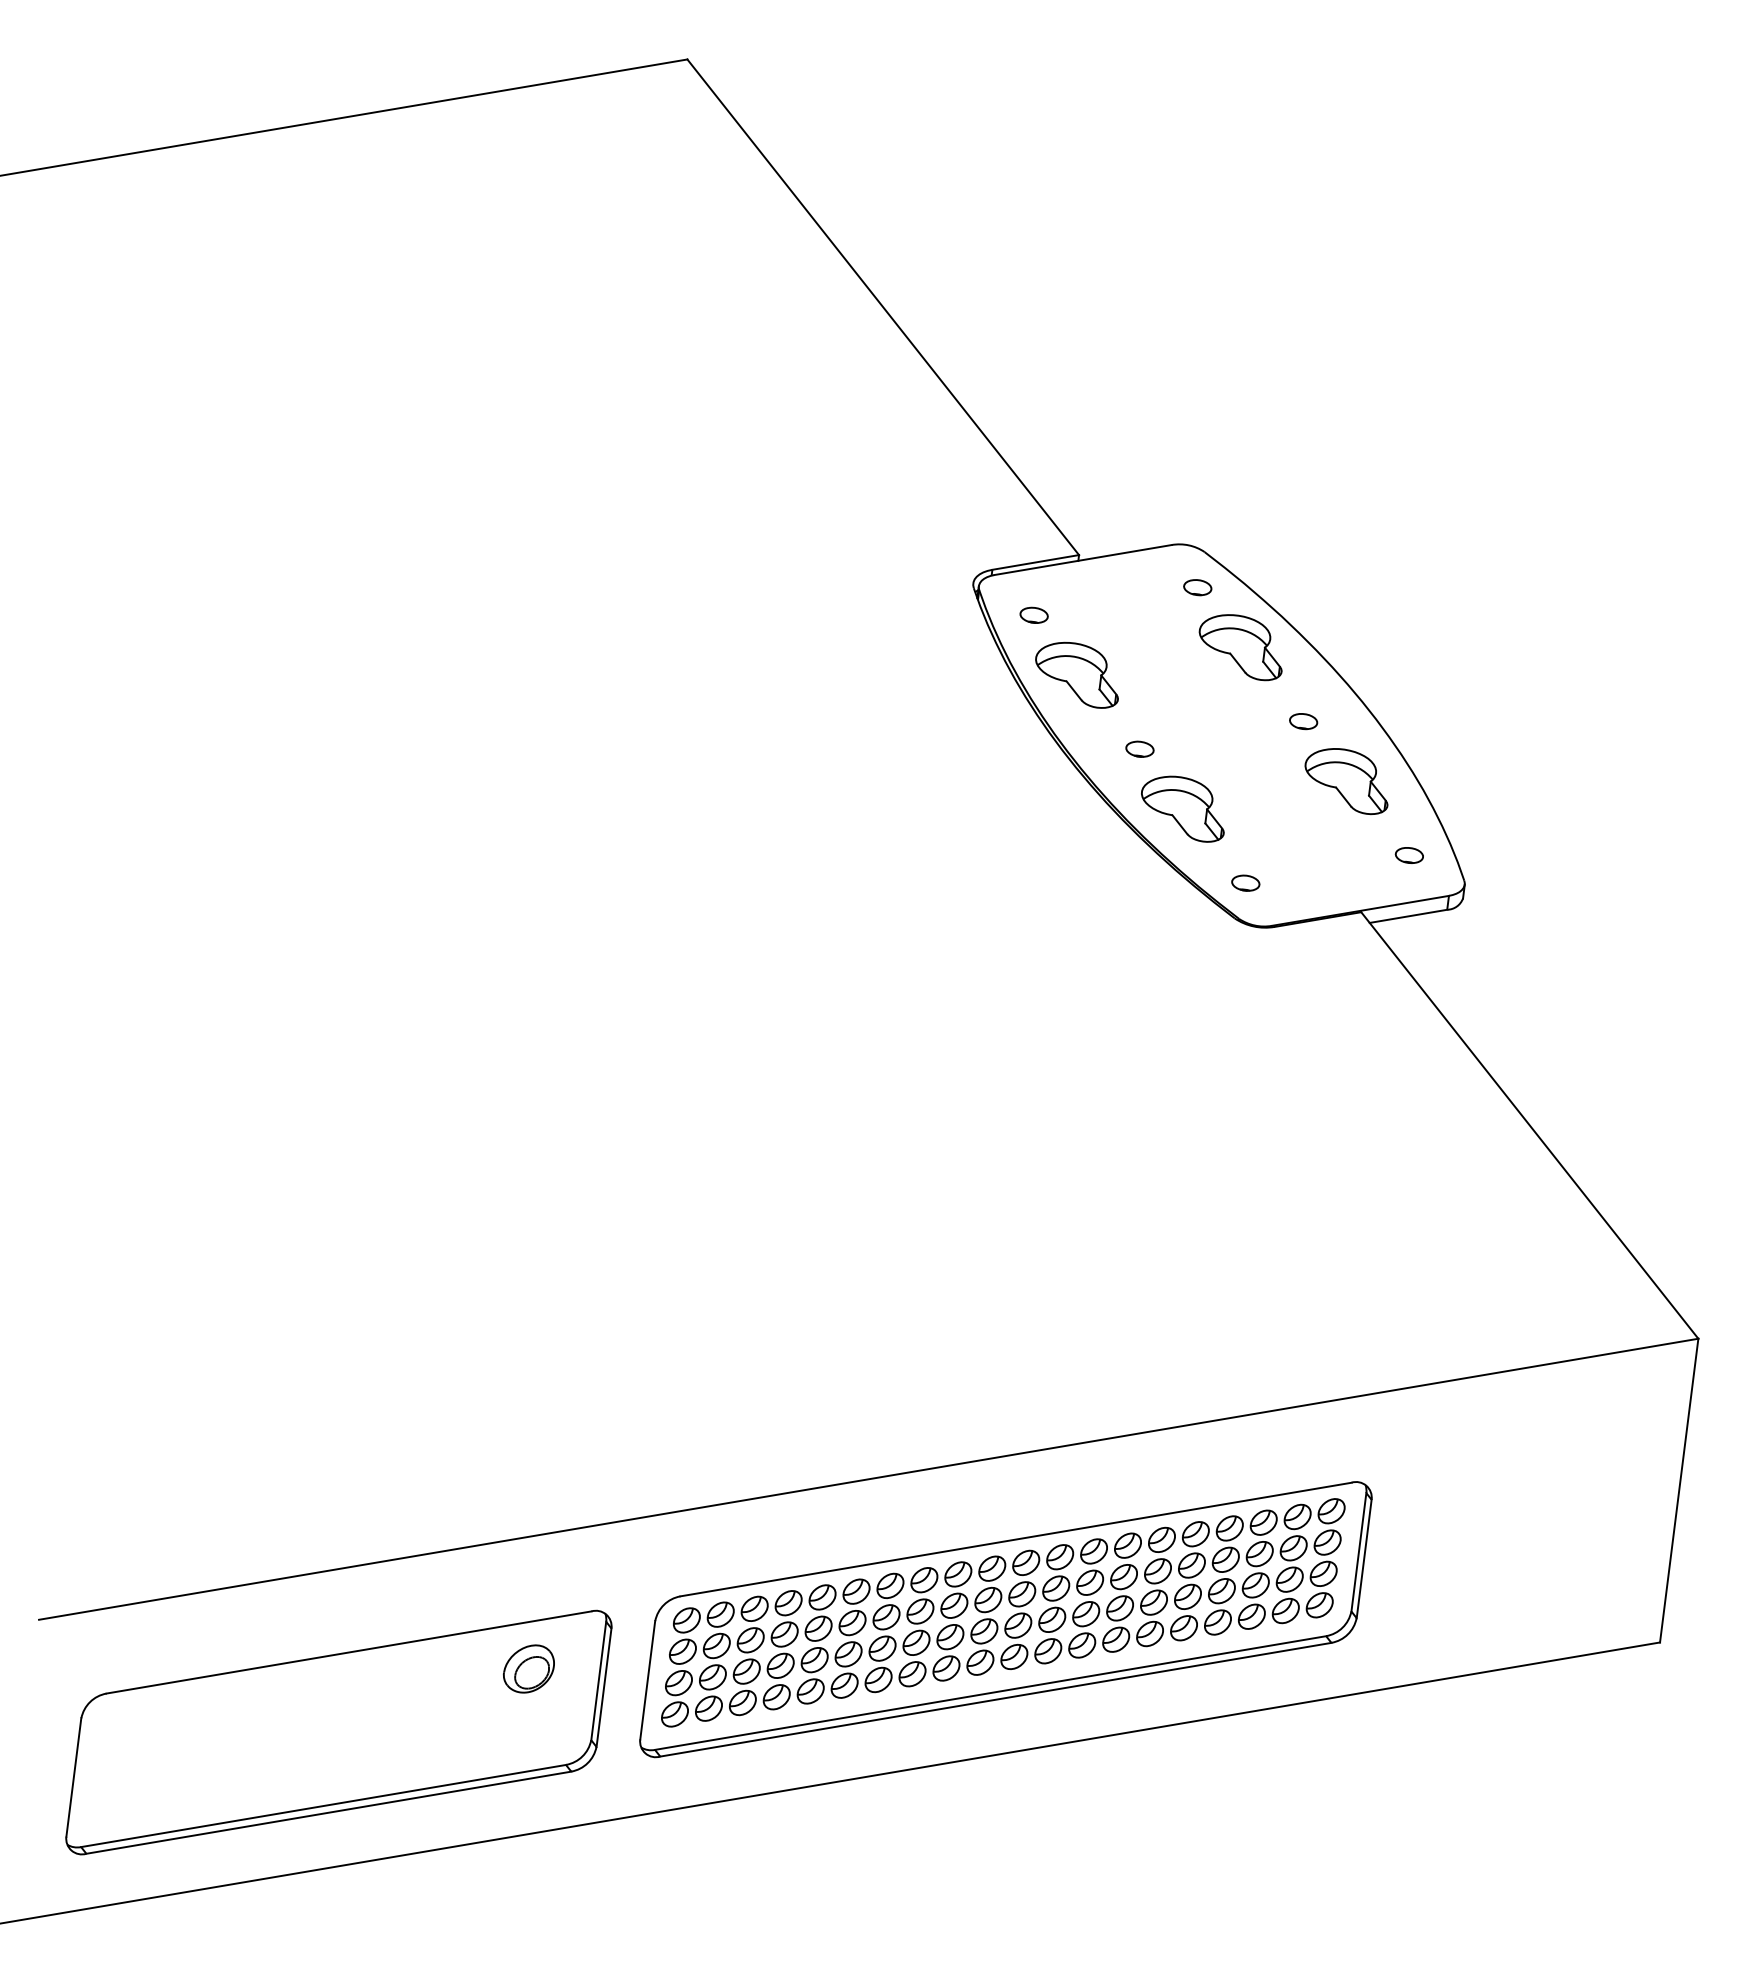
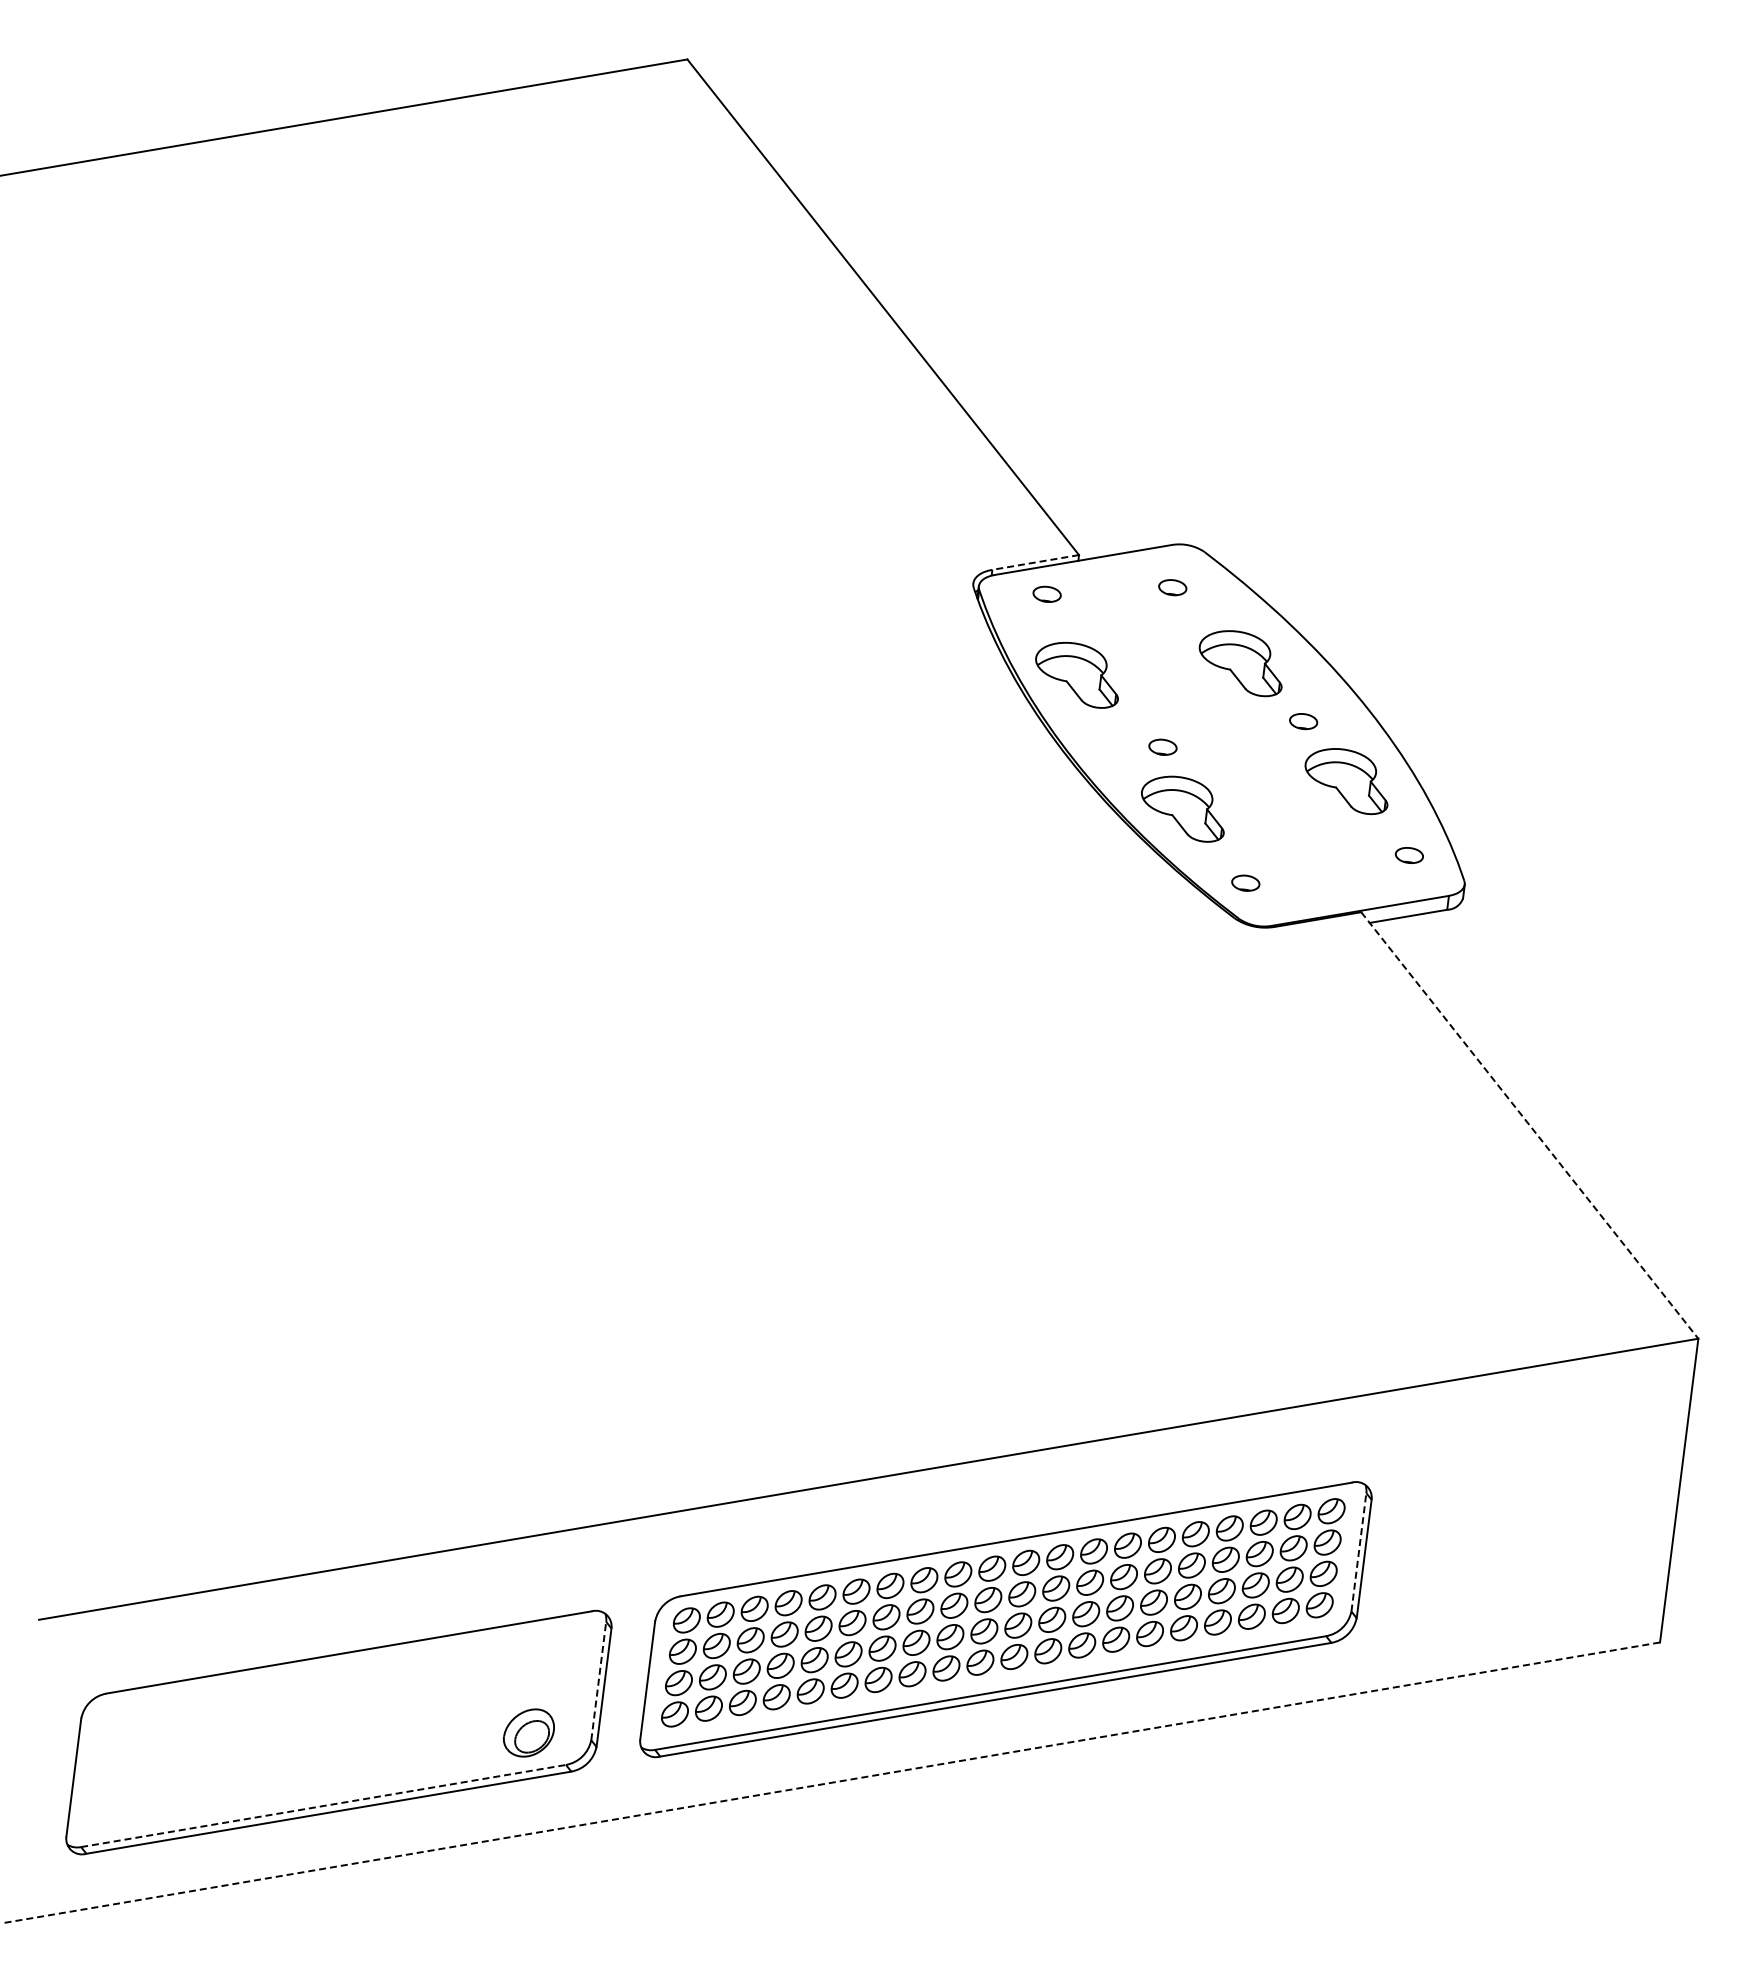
line at (1035, 562): solid -> dashed
part at (1197, 587) position: (1197, 587) -> (1172, 587)
part at (1033, 614) position: (1033, 614) -> (1046, 593)
part at (1240, 647) position: (1240, 647) -> (1240, 663)
part at (1139, 748) position: (1139, 748) -> (1162, 746)
line at (1529, 1125): solid -> dashed
line at (1358, 1552): solid -> dashed
part at (528, 1668) position: (528, 1668) -> (528, 1732)
line at (598, 1681): solid -> dashed
line at (829, 1783): solid -> dashed
line at (323, 1806): solid -> dashed
